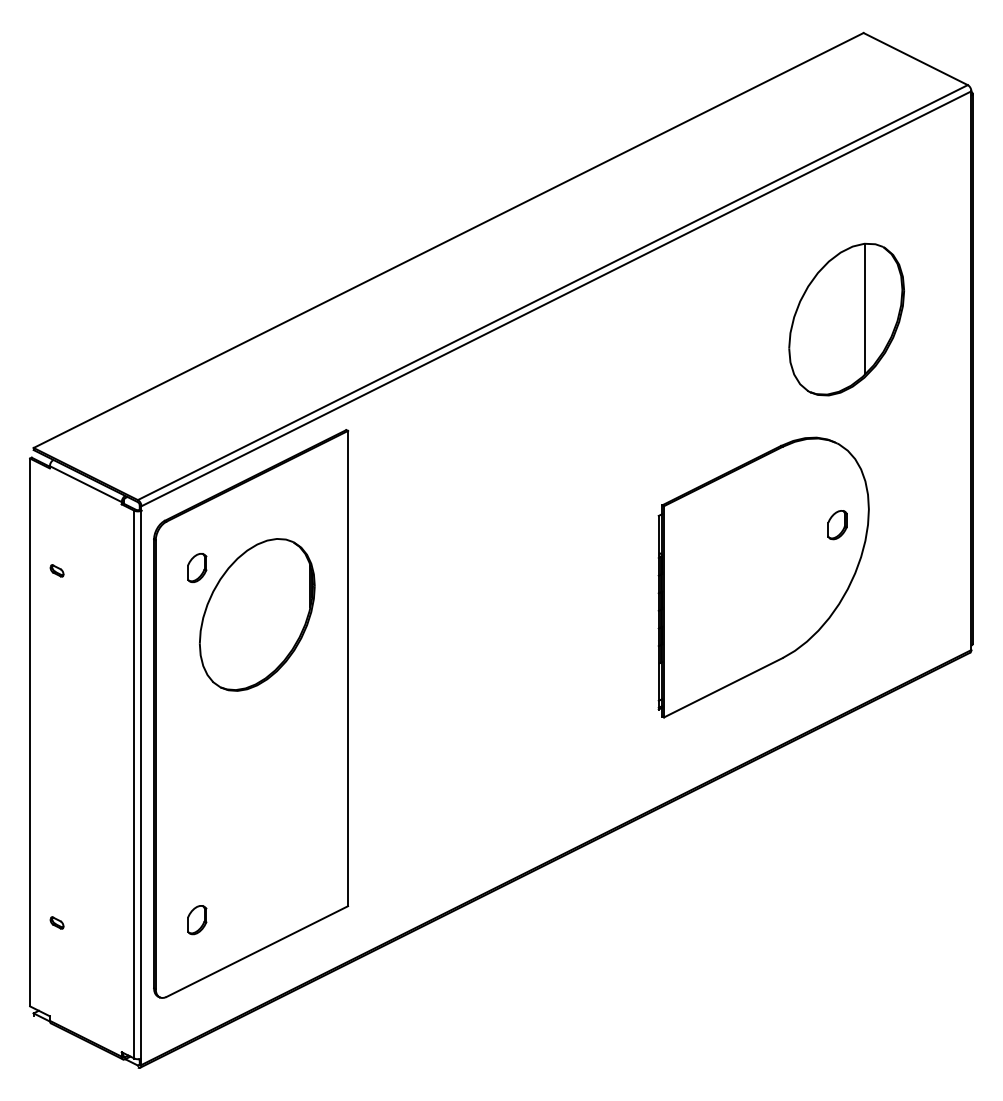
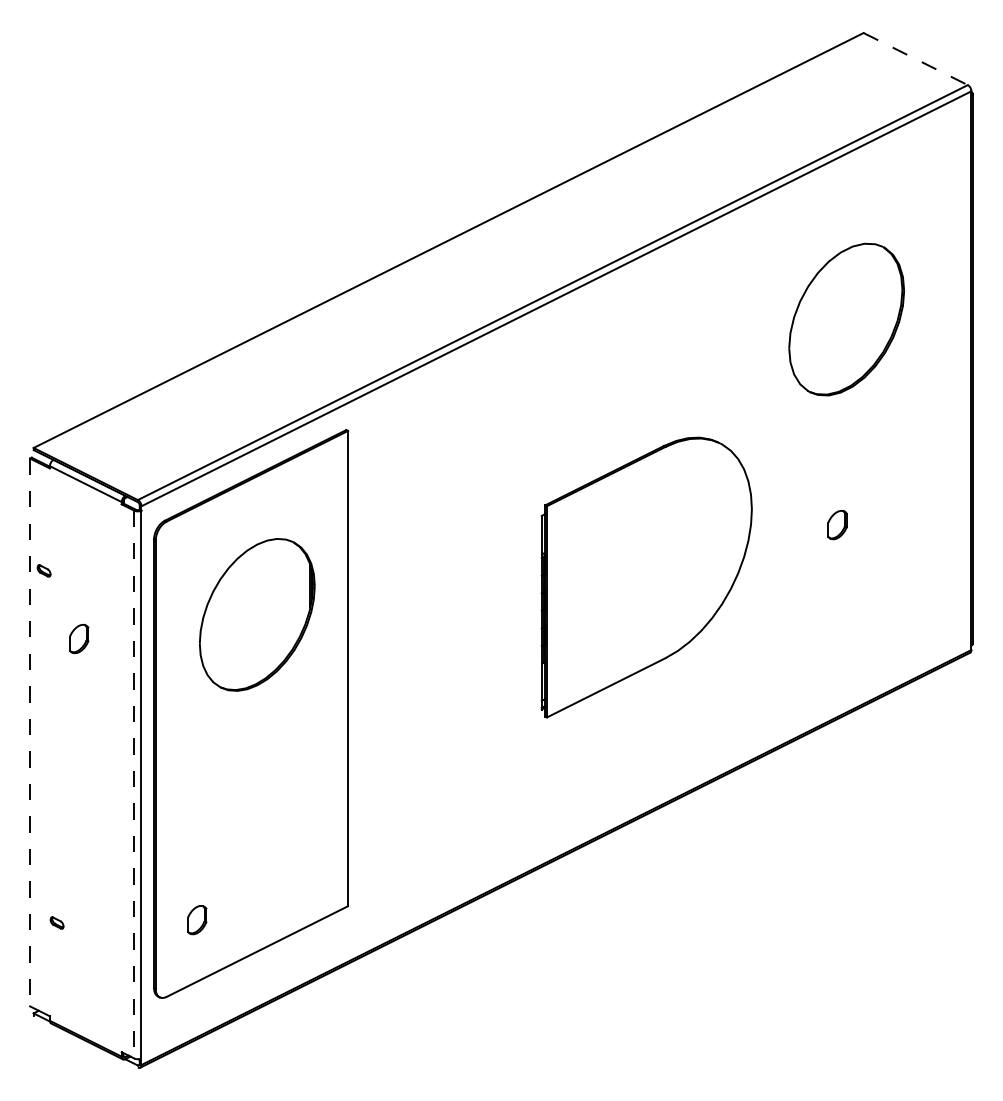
line at (916, 59): solid -> dashed
line at (865, 308): present -> none
part at (197, 568) position: (197, 568) -> (79, 639)
part at (56, 570) position: (56, 570) -> (43, 570)
part at (763, 577) position: (763, 577) -> (646, 577)
line at (30, 732): solid -> dashed
line at (134, 784): solid -> dashed
